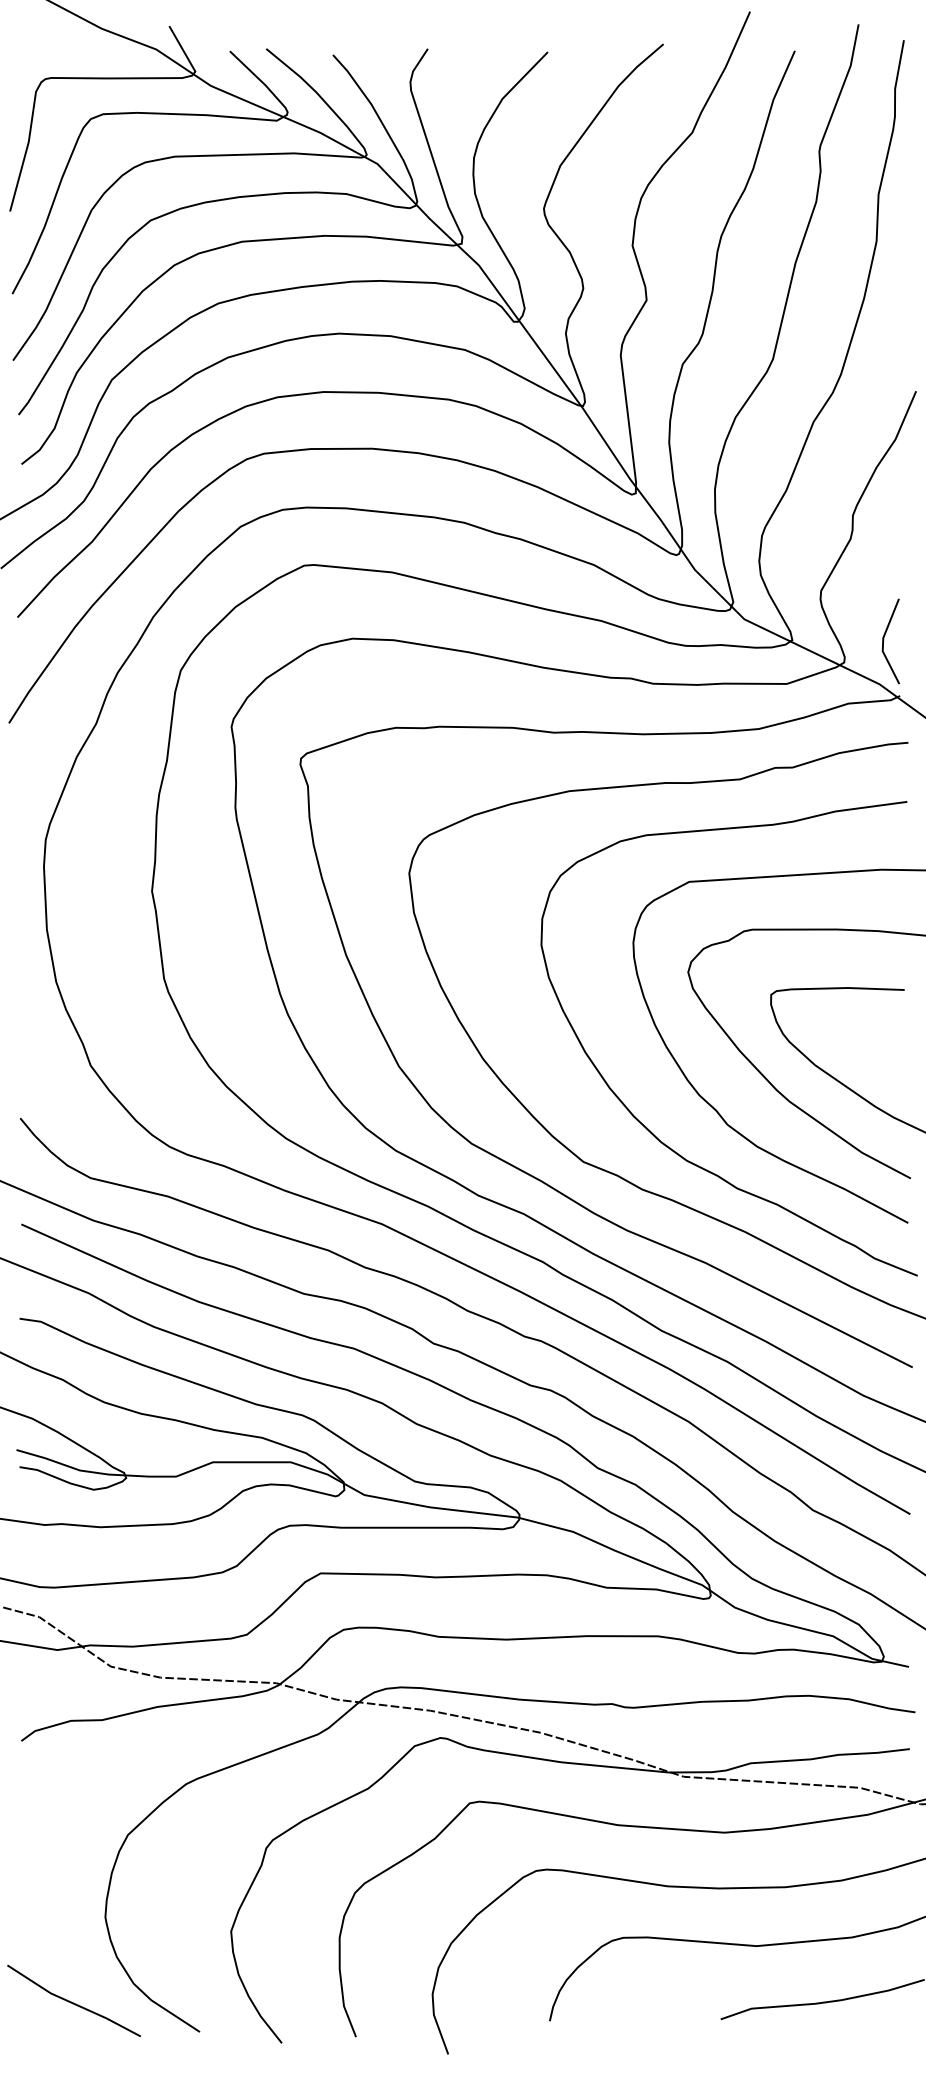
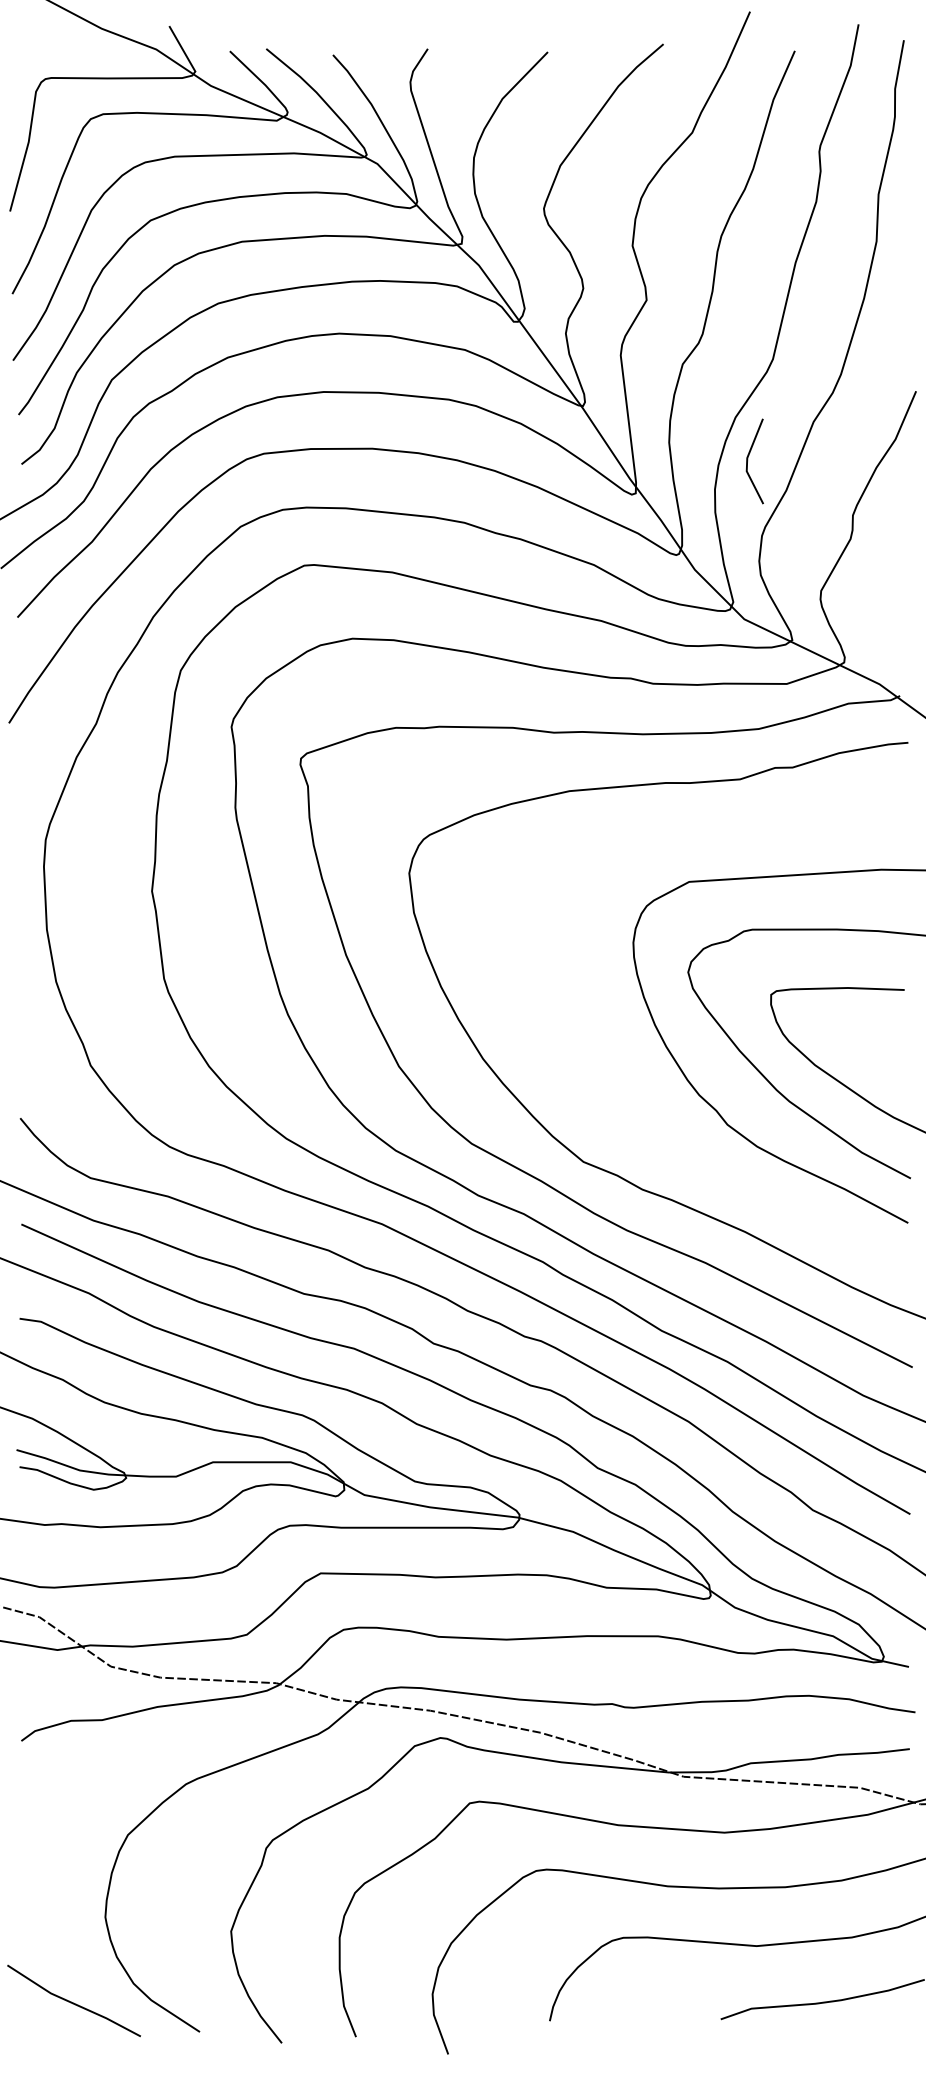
line at (884, 640) position: (884, 640) -> (748, 460)
curve at (647, 1127): present -> none
